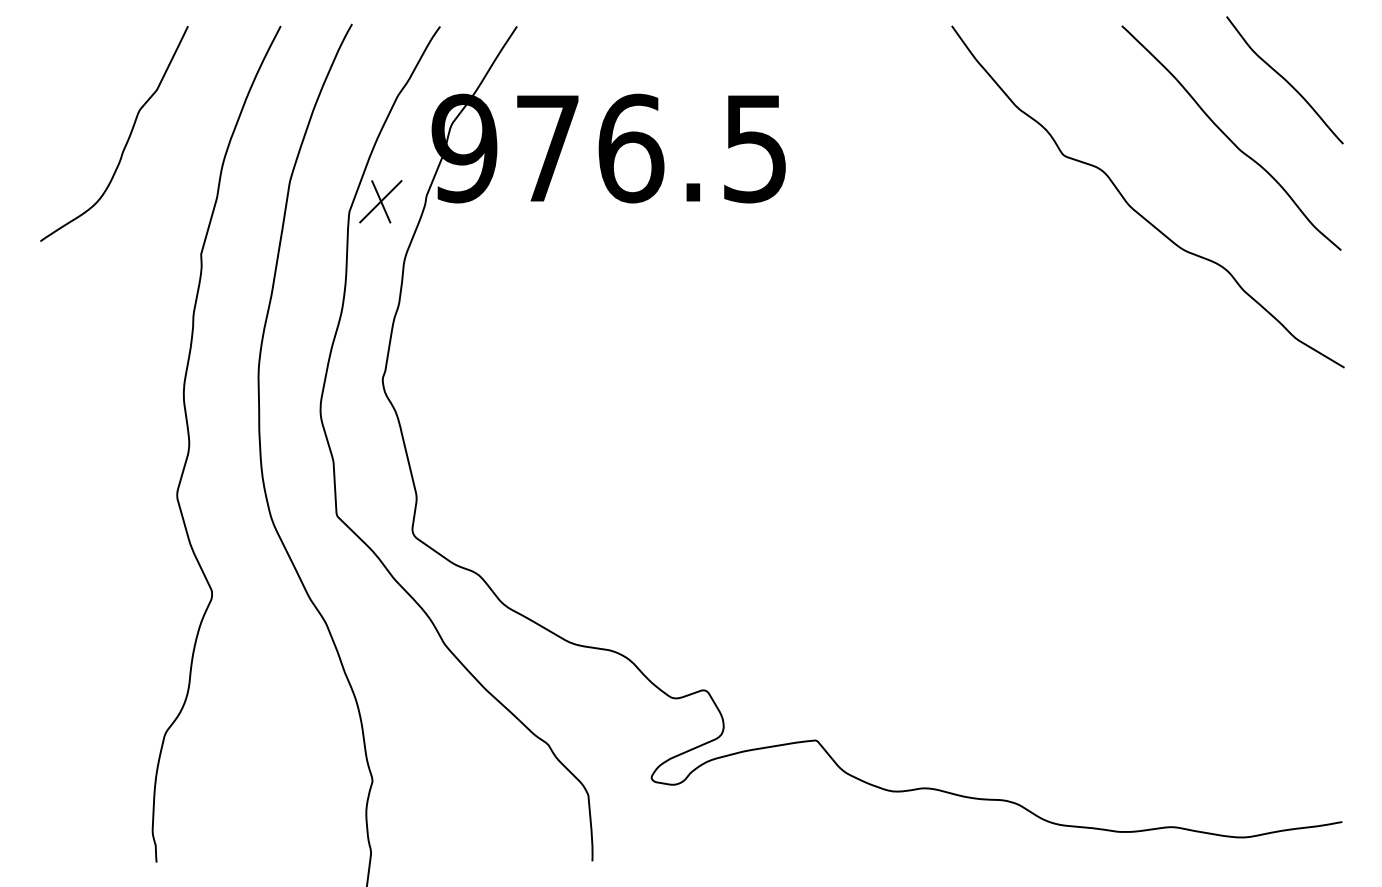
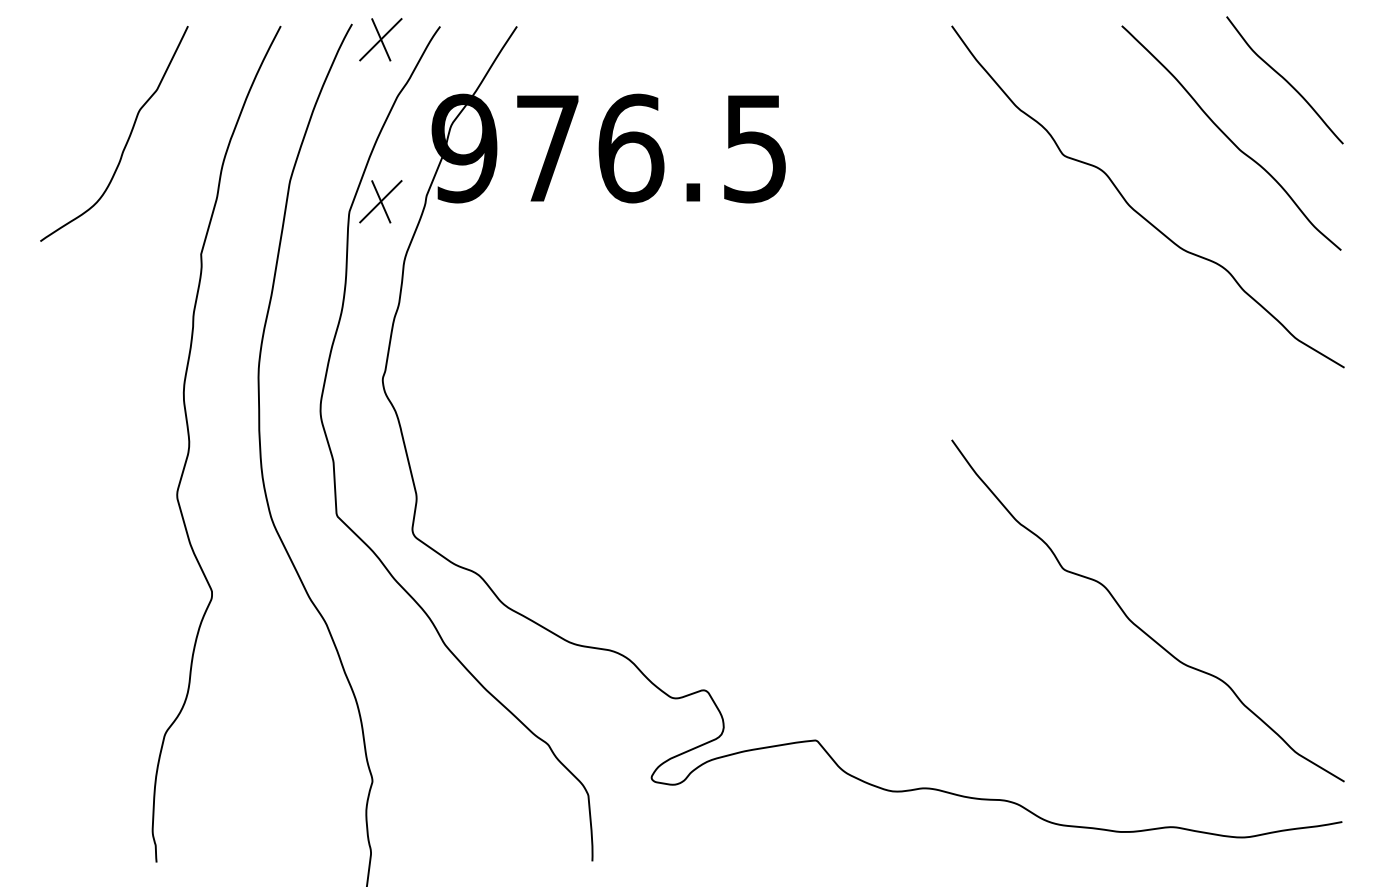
part at (380, 39): none -> present
curve at (1135, 623): none -> present
